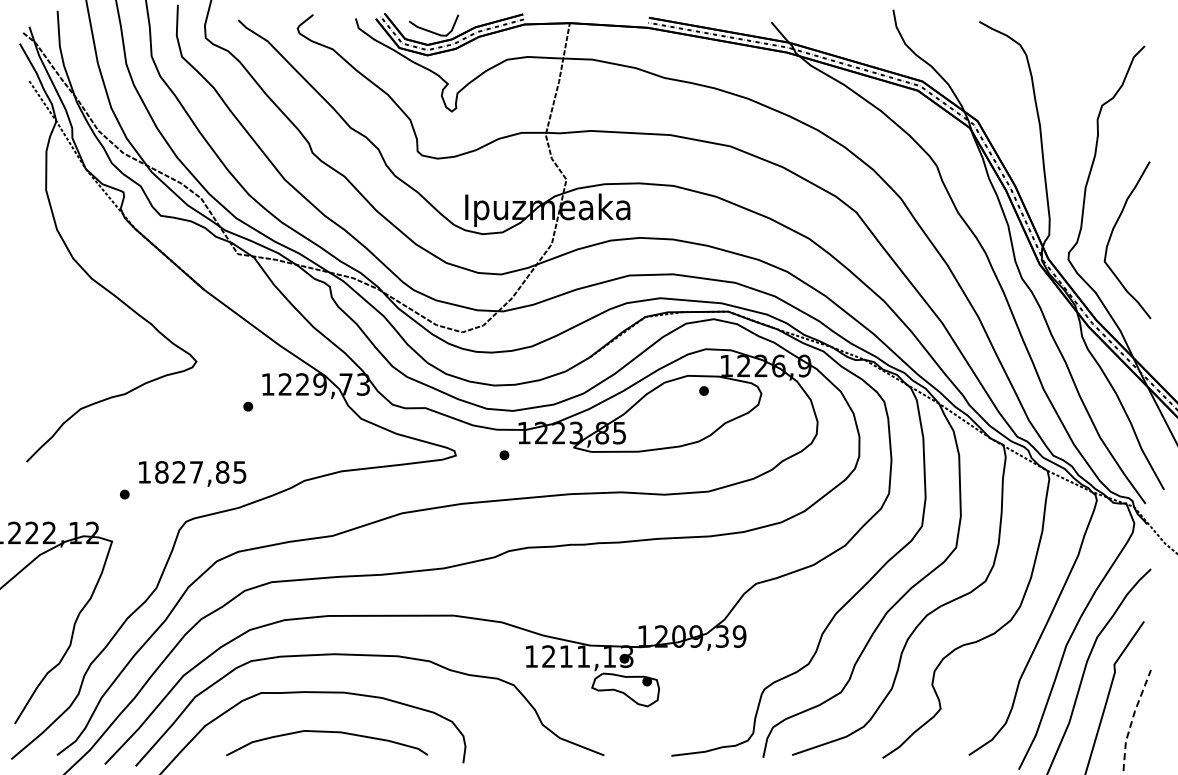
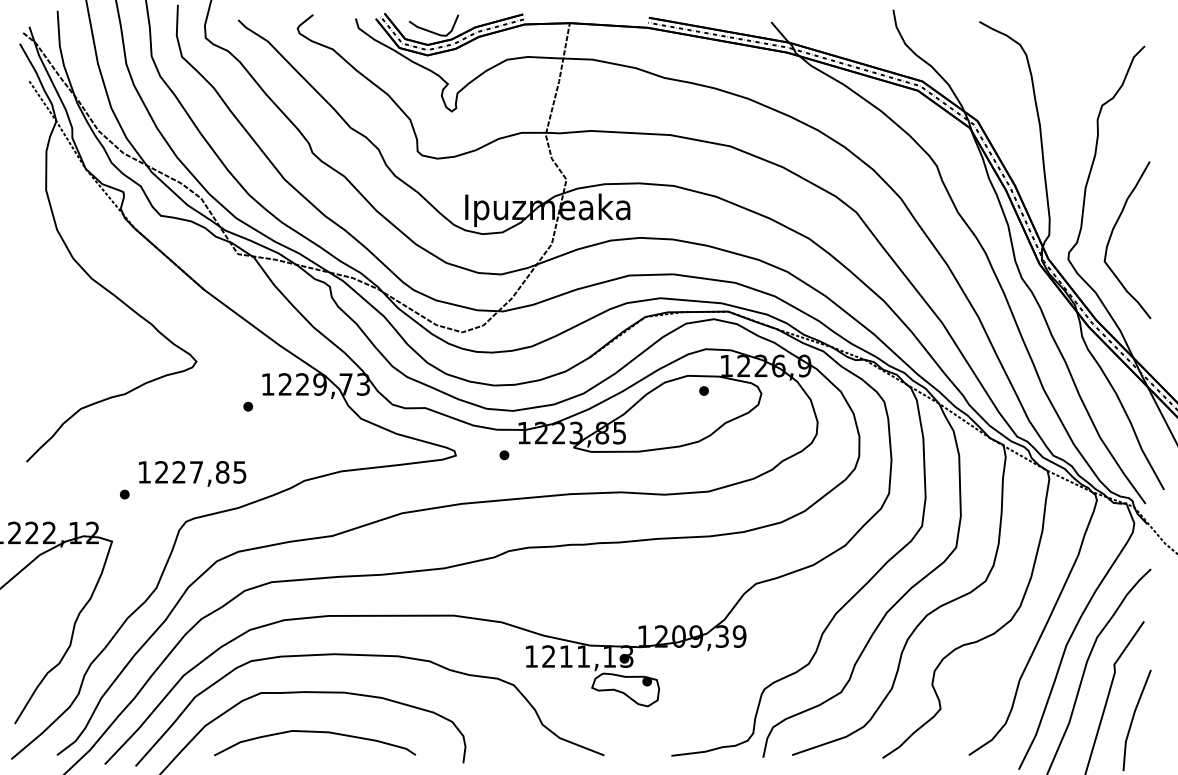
text at (161, 472): 1827,85 -> 1227,85
line at (1132, 718): dashed -> solid
curve at (327, 732) position: (327, 732) -> (315, 732)
